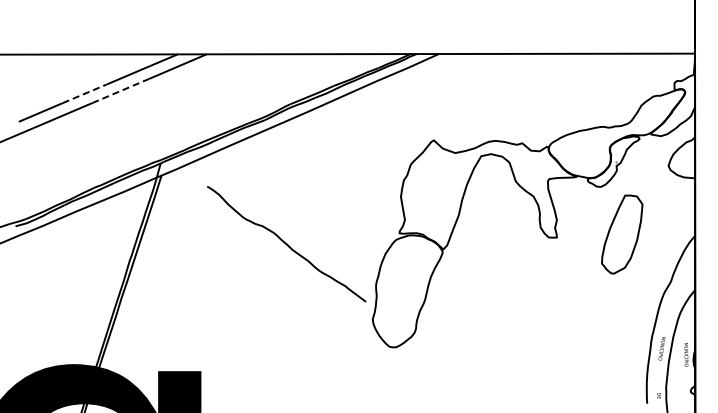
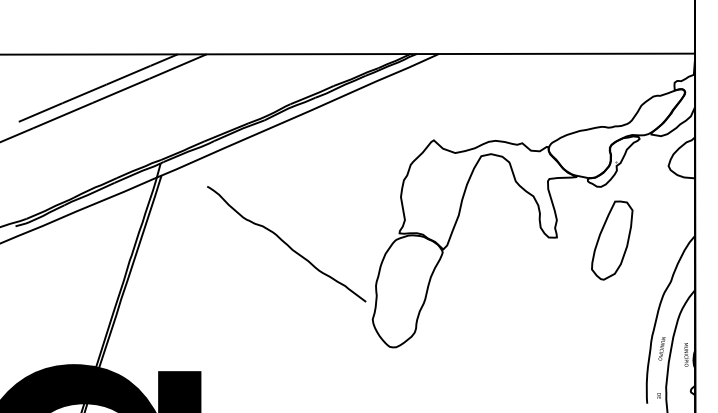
line at (121, 90): dashed -> solid
line at (84, 93): dashed -> solid
part at (622, 234) position: (622, 234) -> (612, 240)
